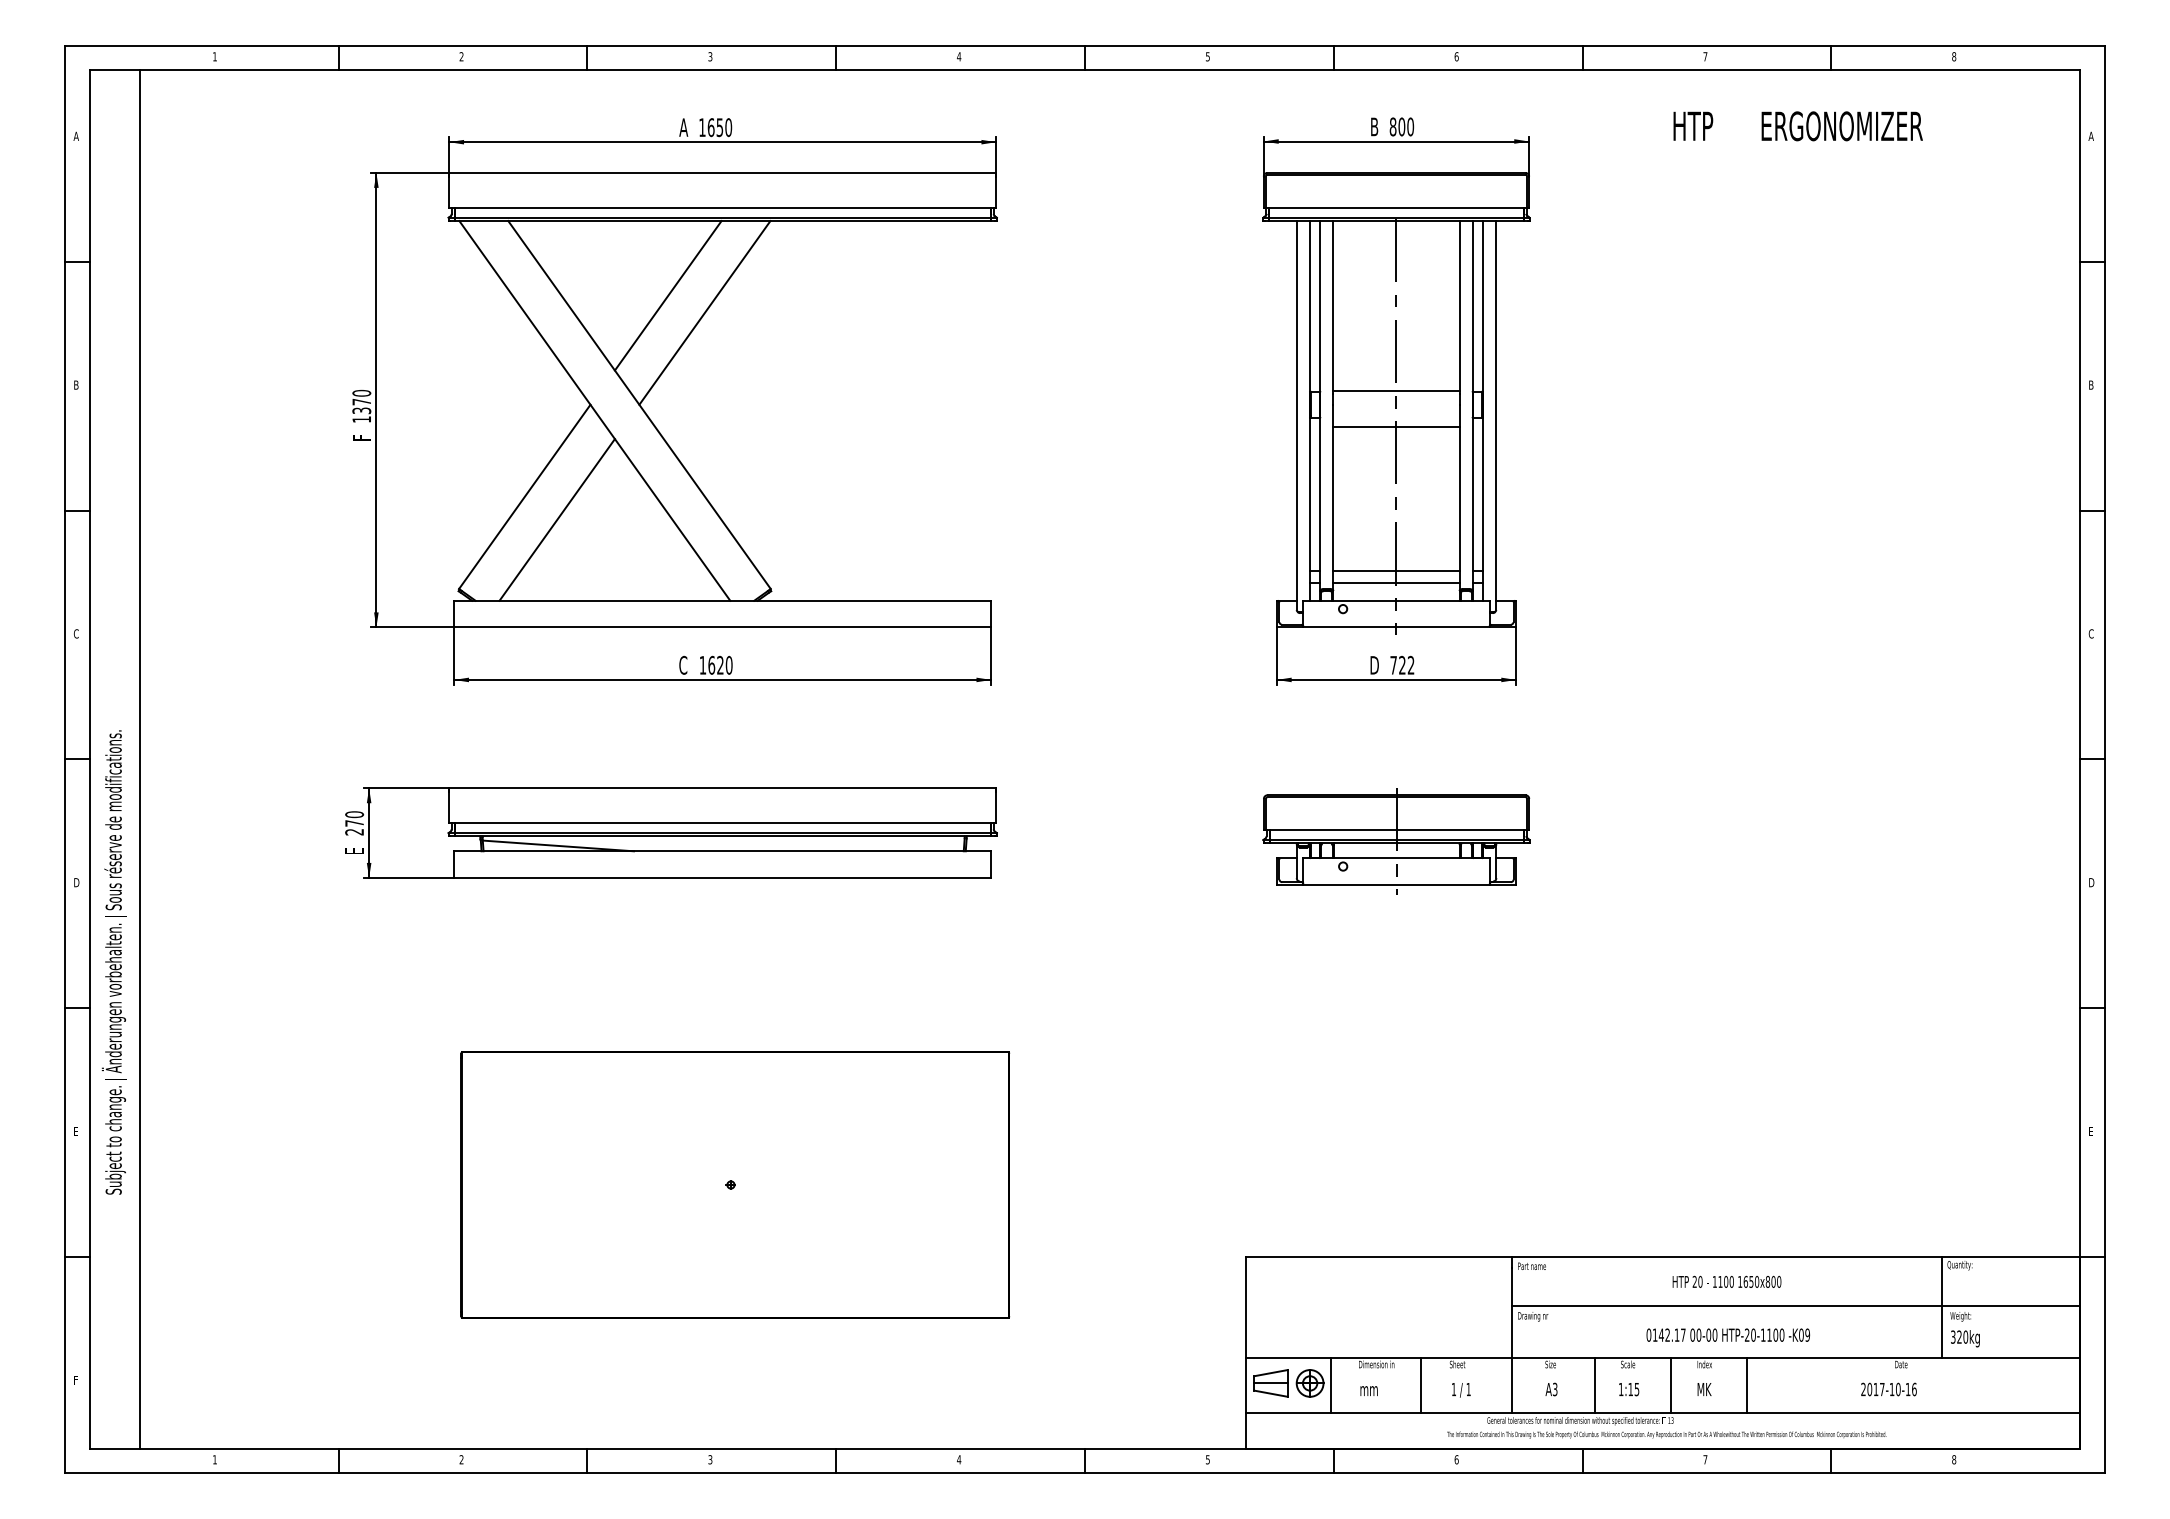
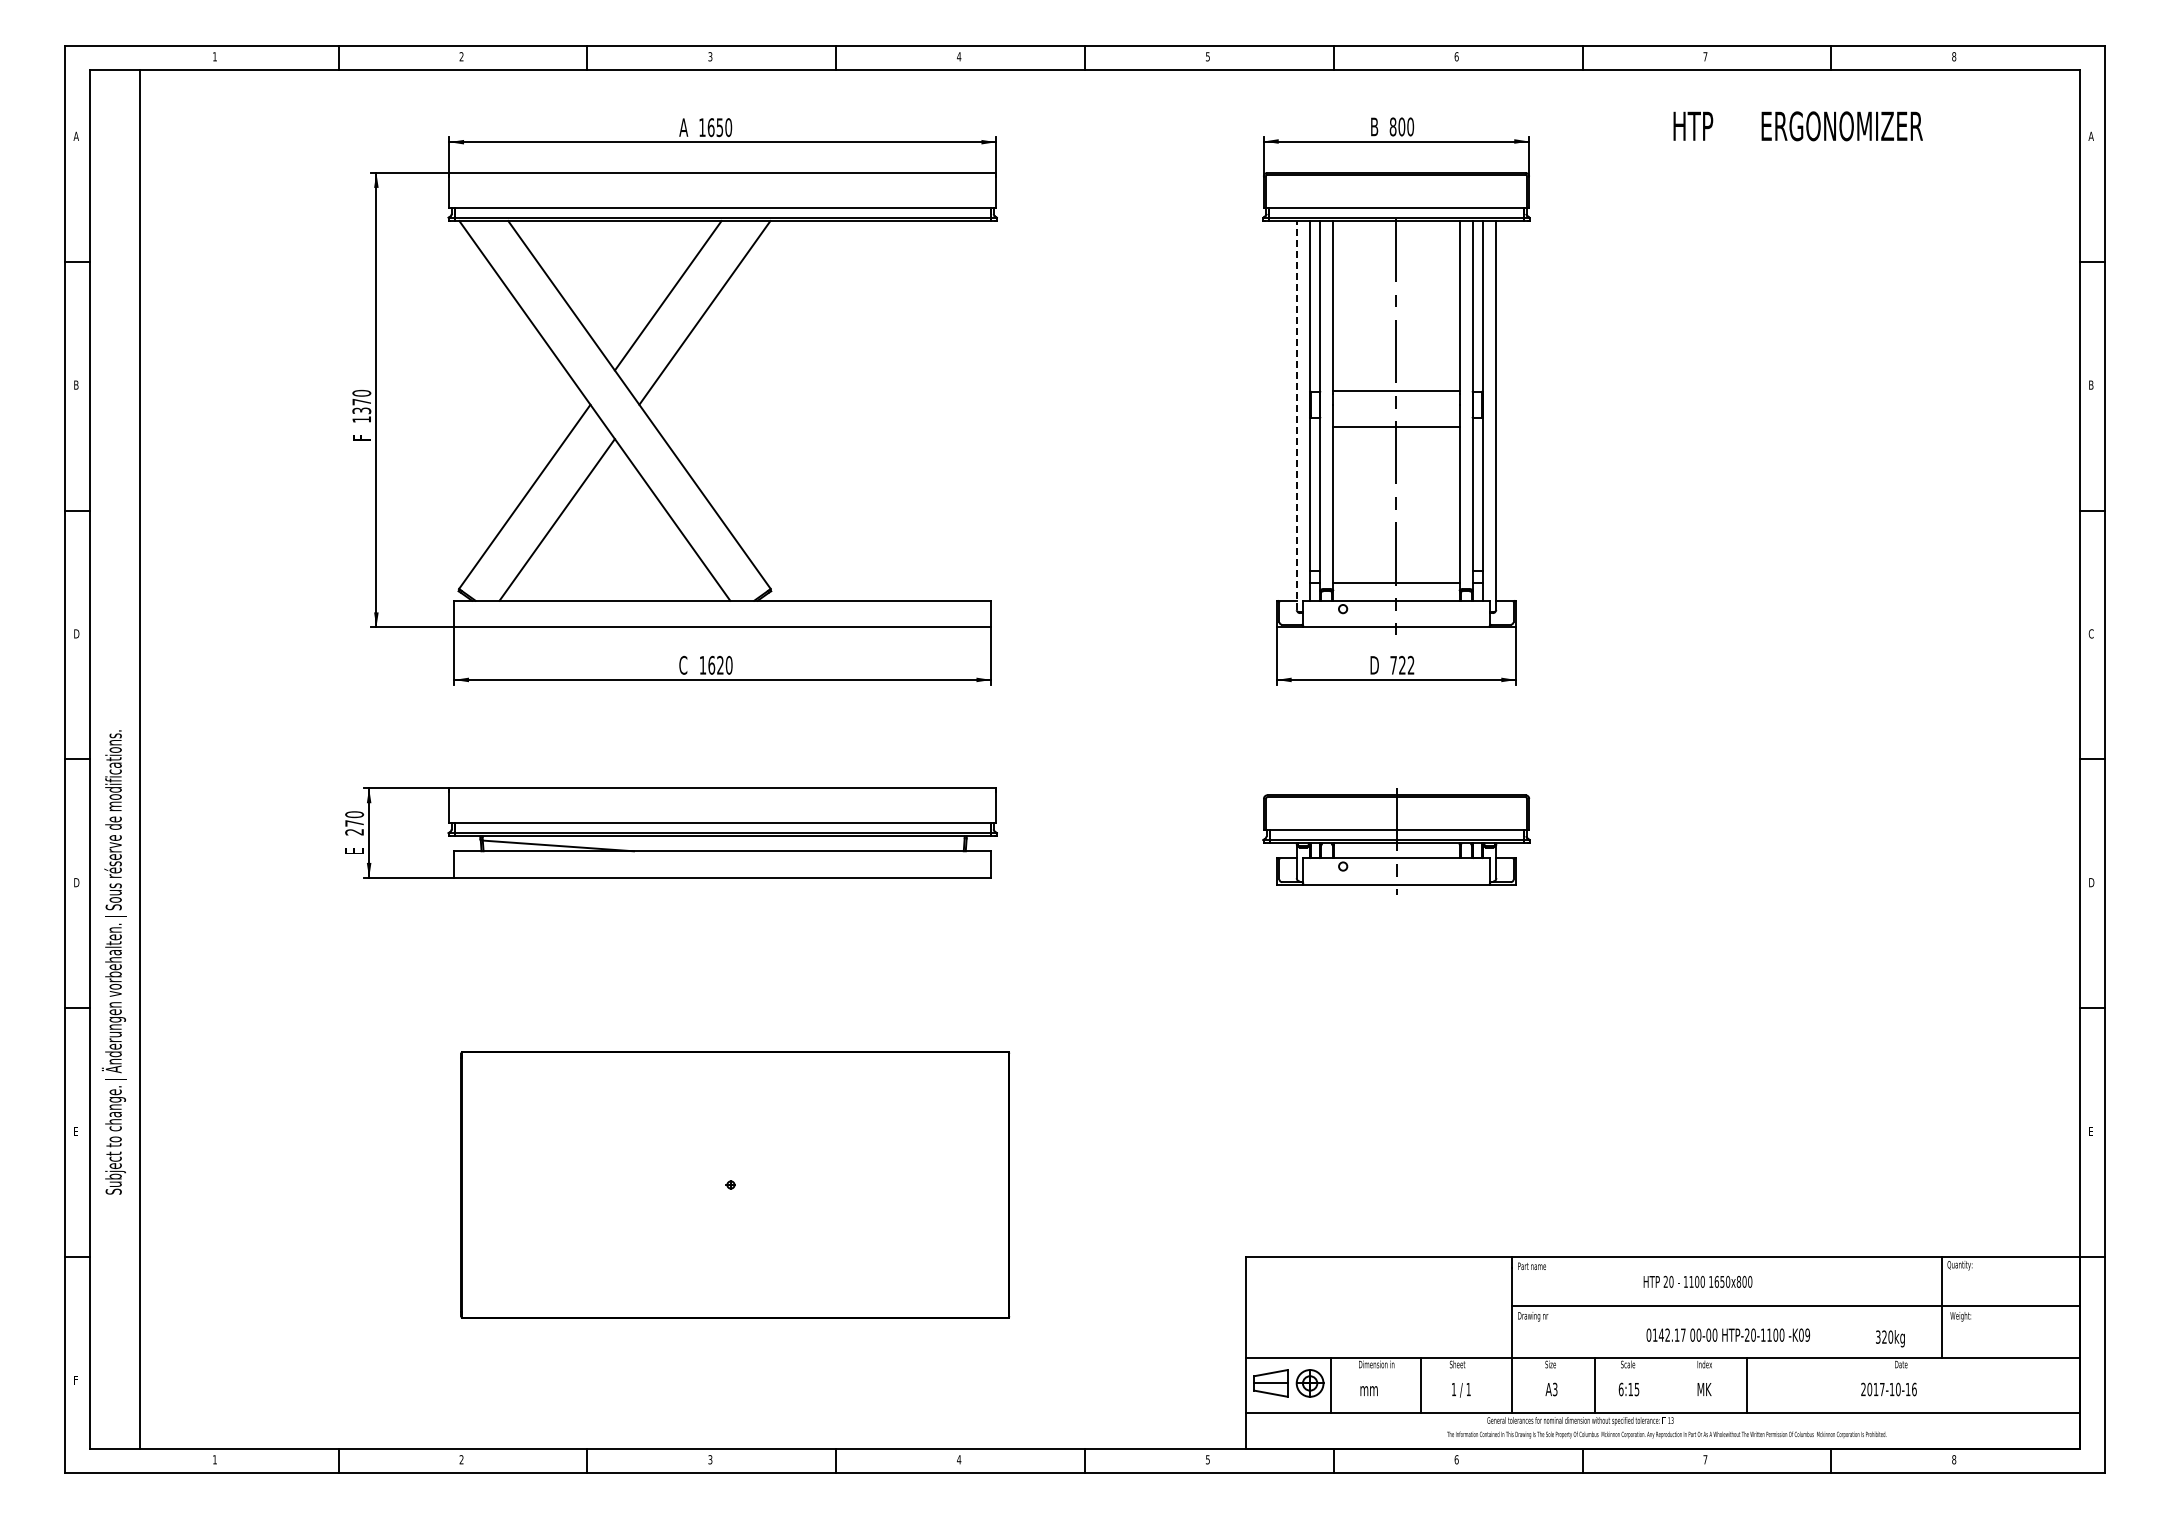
line at (1296, 415): solid -> dashed
line at (1396, 571): present -> none
text at (76, 633): C -> D
text at (1726, 1281) position: (1726, 1281) -> (1697, 1281)
text at (1965, 1338) position: (1965, 1338) -> (1890, 1338)
line at (1671, 1384): present -> none
text at (1620, 1389): 1:15 -> 6:15
